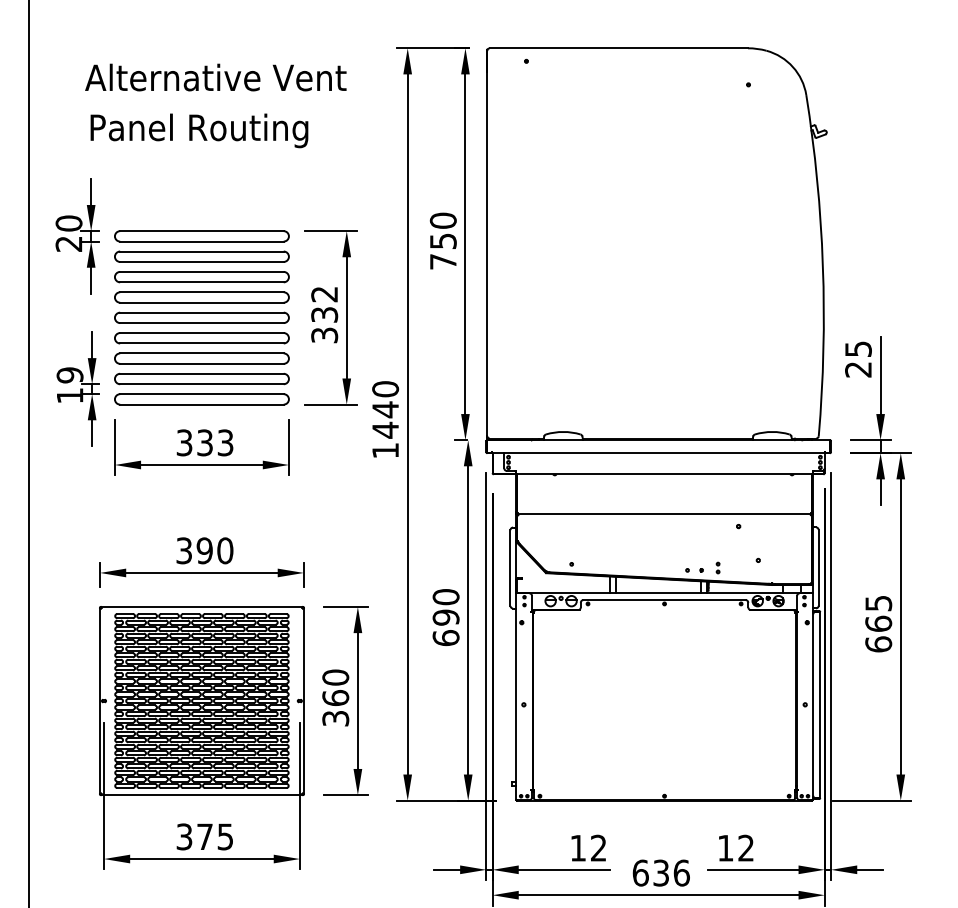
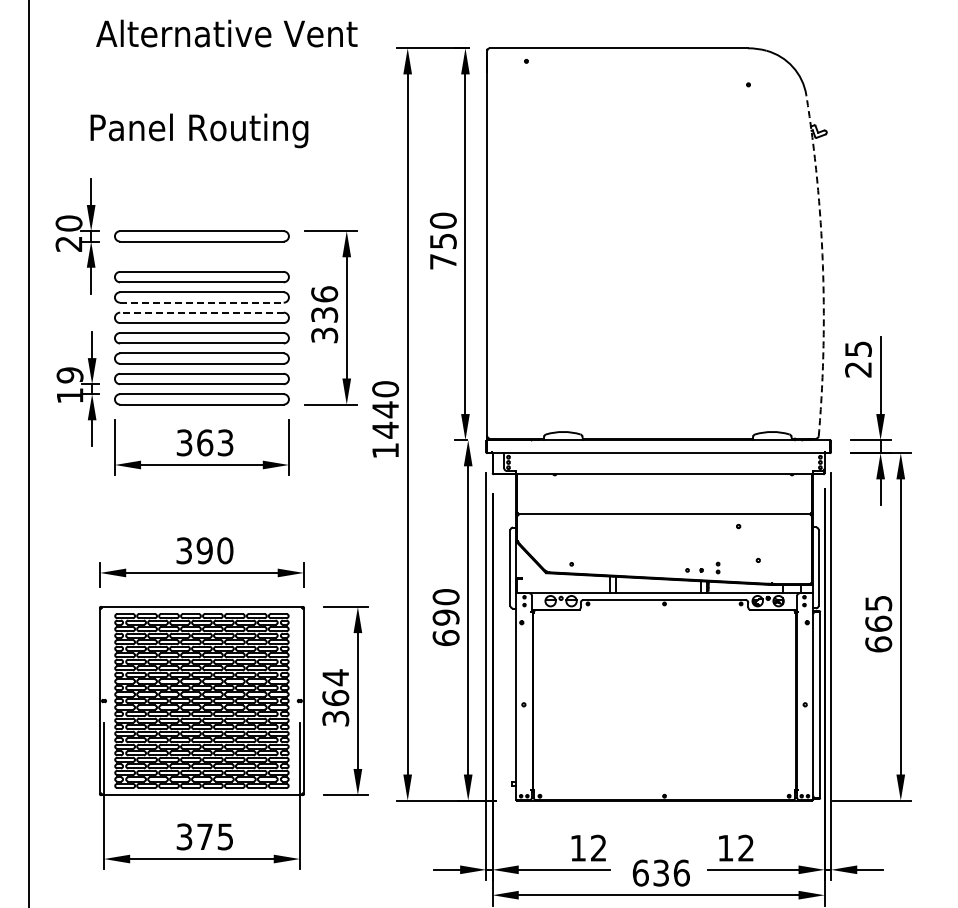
text at (215, 77) position: (215, 77) -> (226, 33)
part at (201, 256): present -> none
arc at (822, 265): solid -> dashed
text at (324, 294): 332 -> 336
line at (201, 302): solid -> dashed
line at (201, 312): solid -> dashed
text at (205, 442): 333 -> 363
text at (335, 677): 360 -> 364
